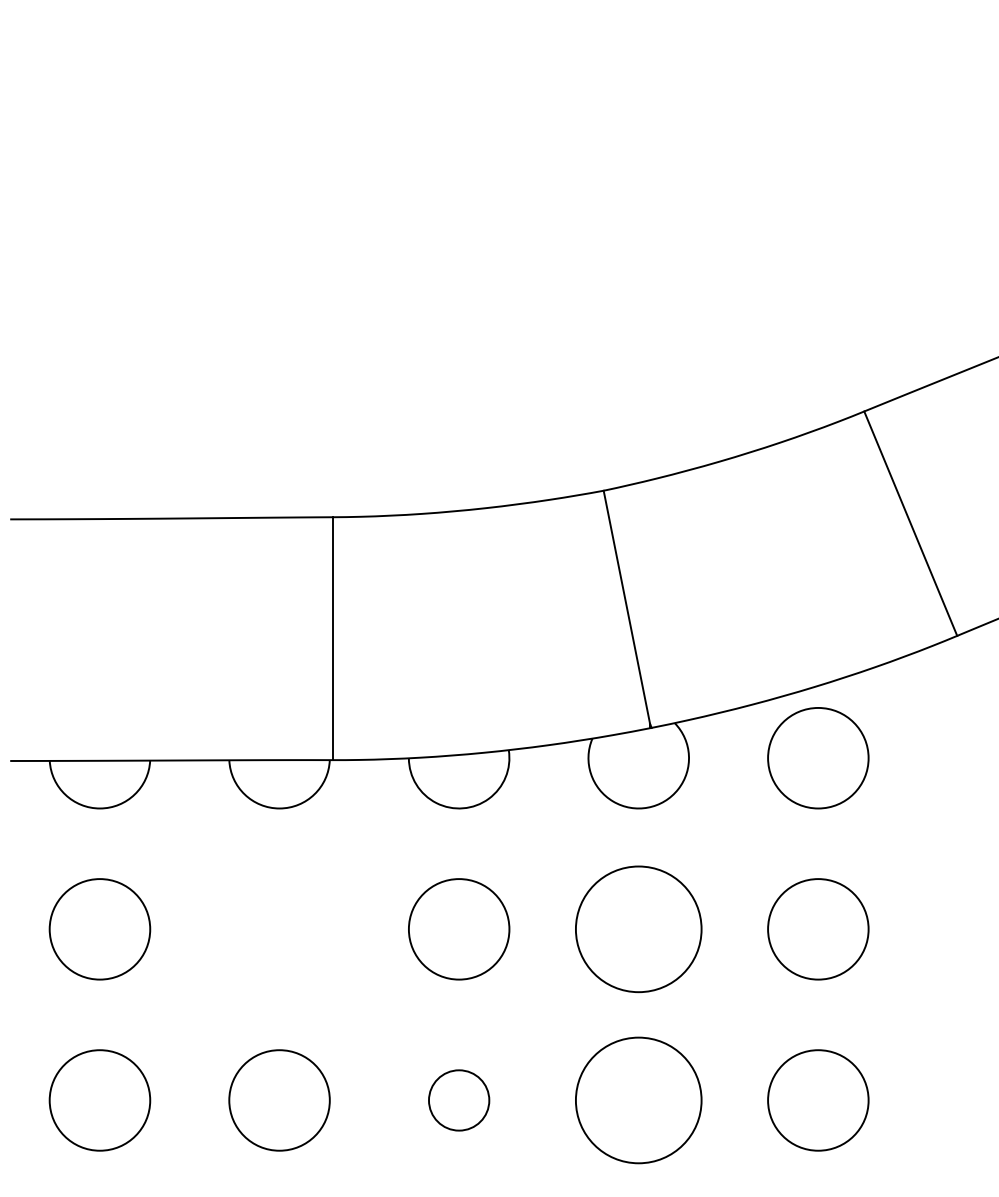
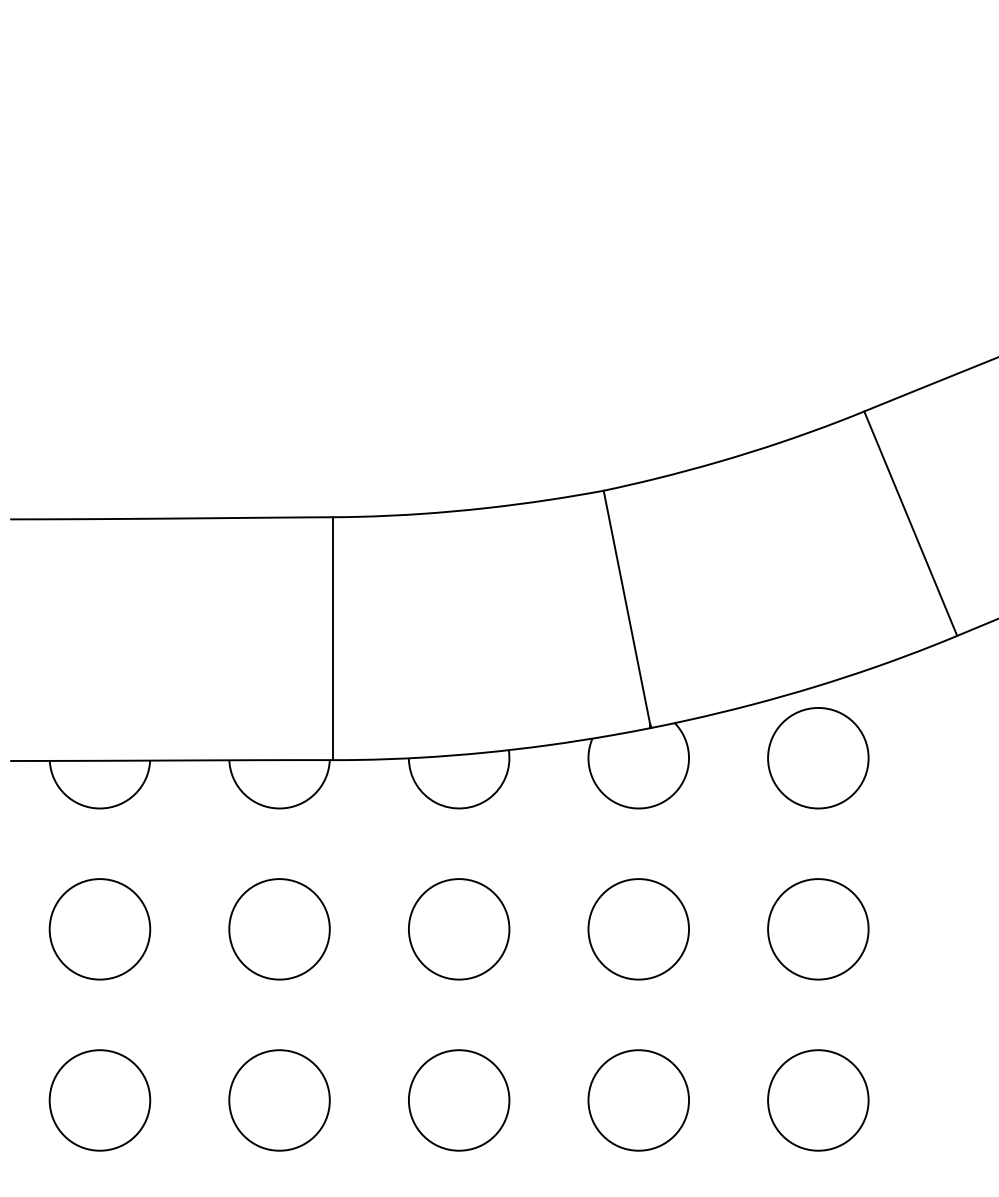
circle at (279, 929): none -> present
circle at (638, 929) diameter: 126 px -> 101 px
circle at (459, 1100) diameter: 60 px -> 101 px
circle at (638, 1100) diameter: 126 px -> 101 px
